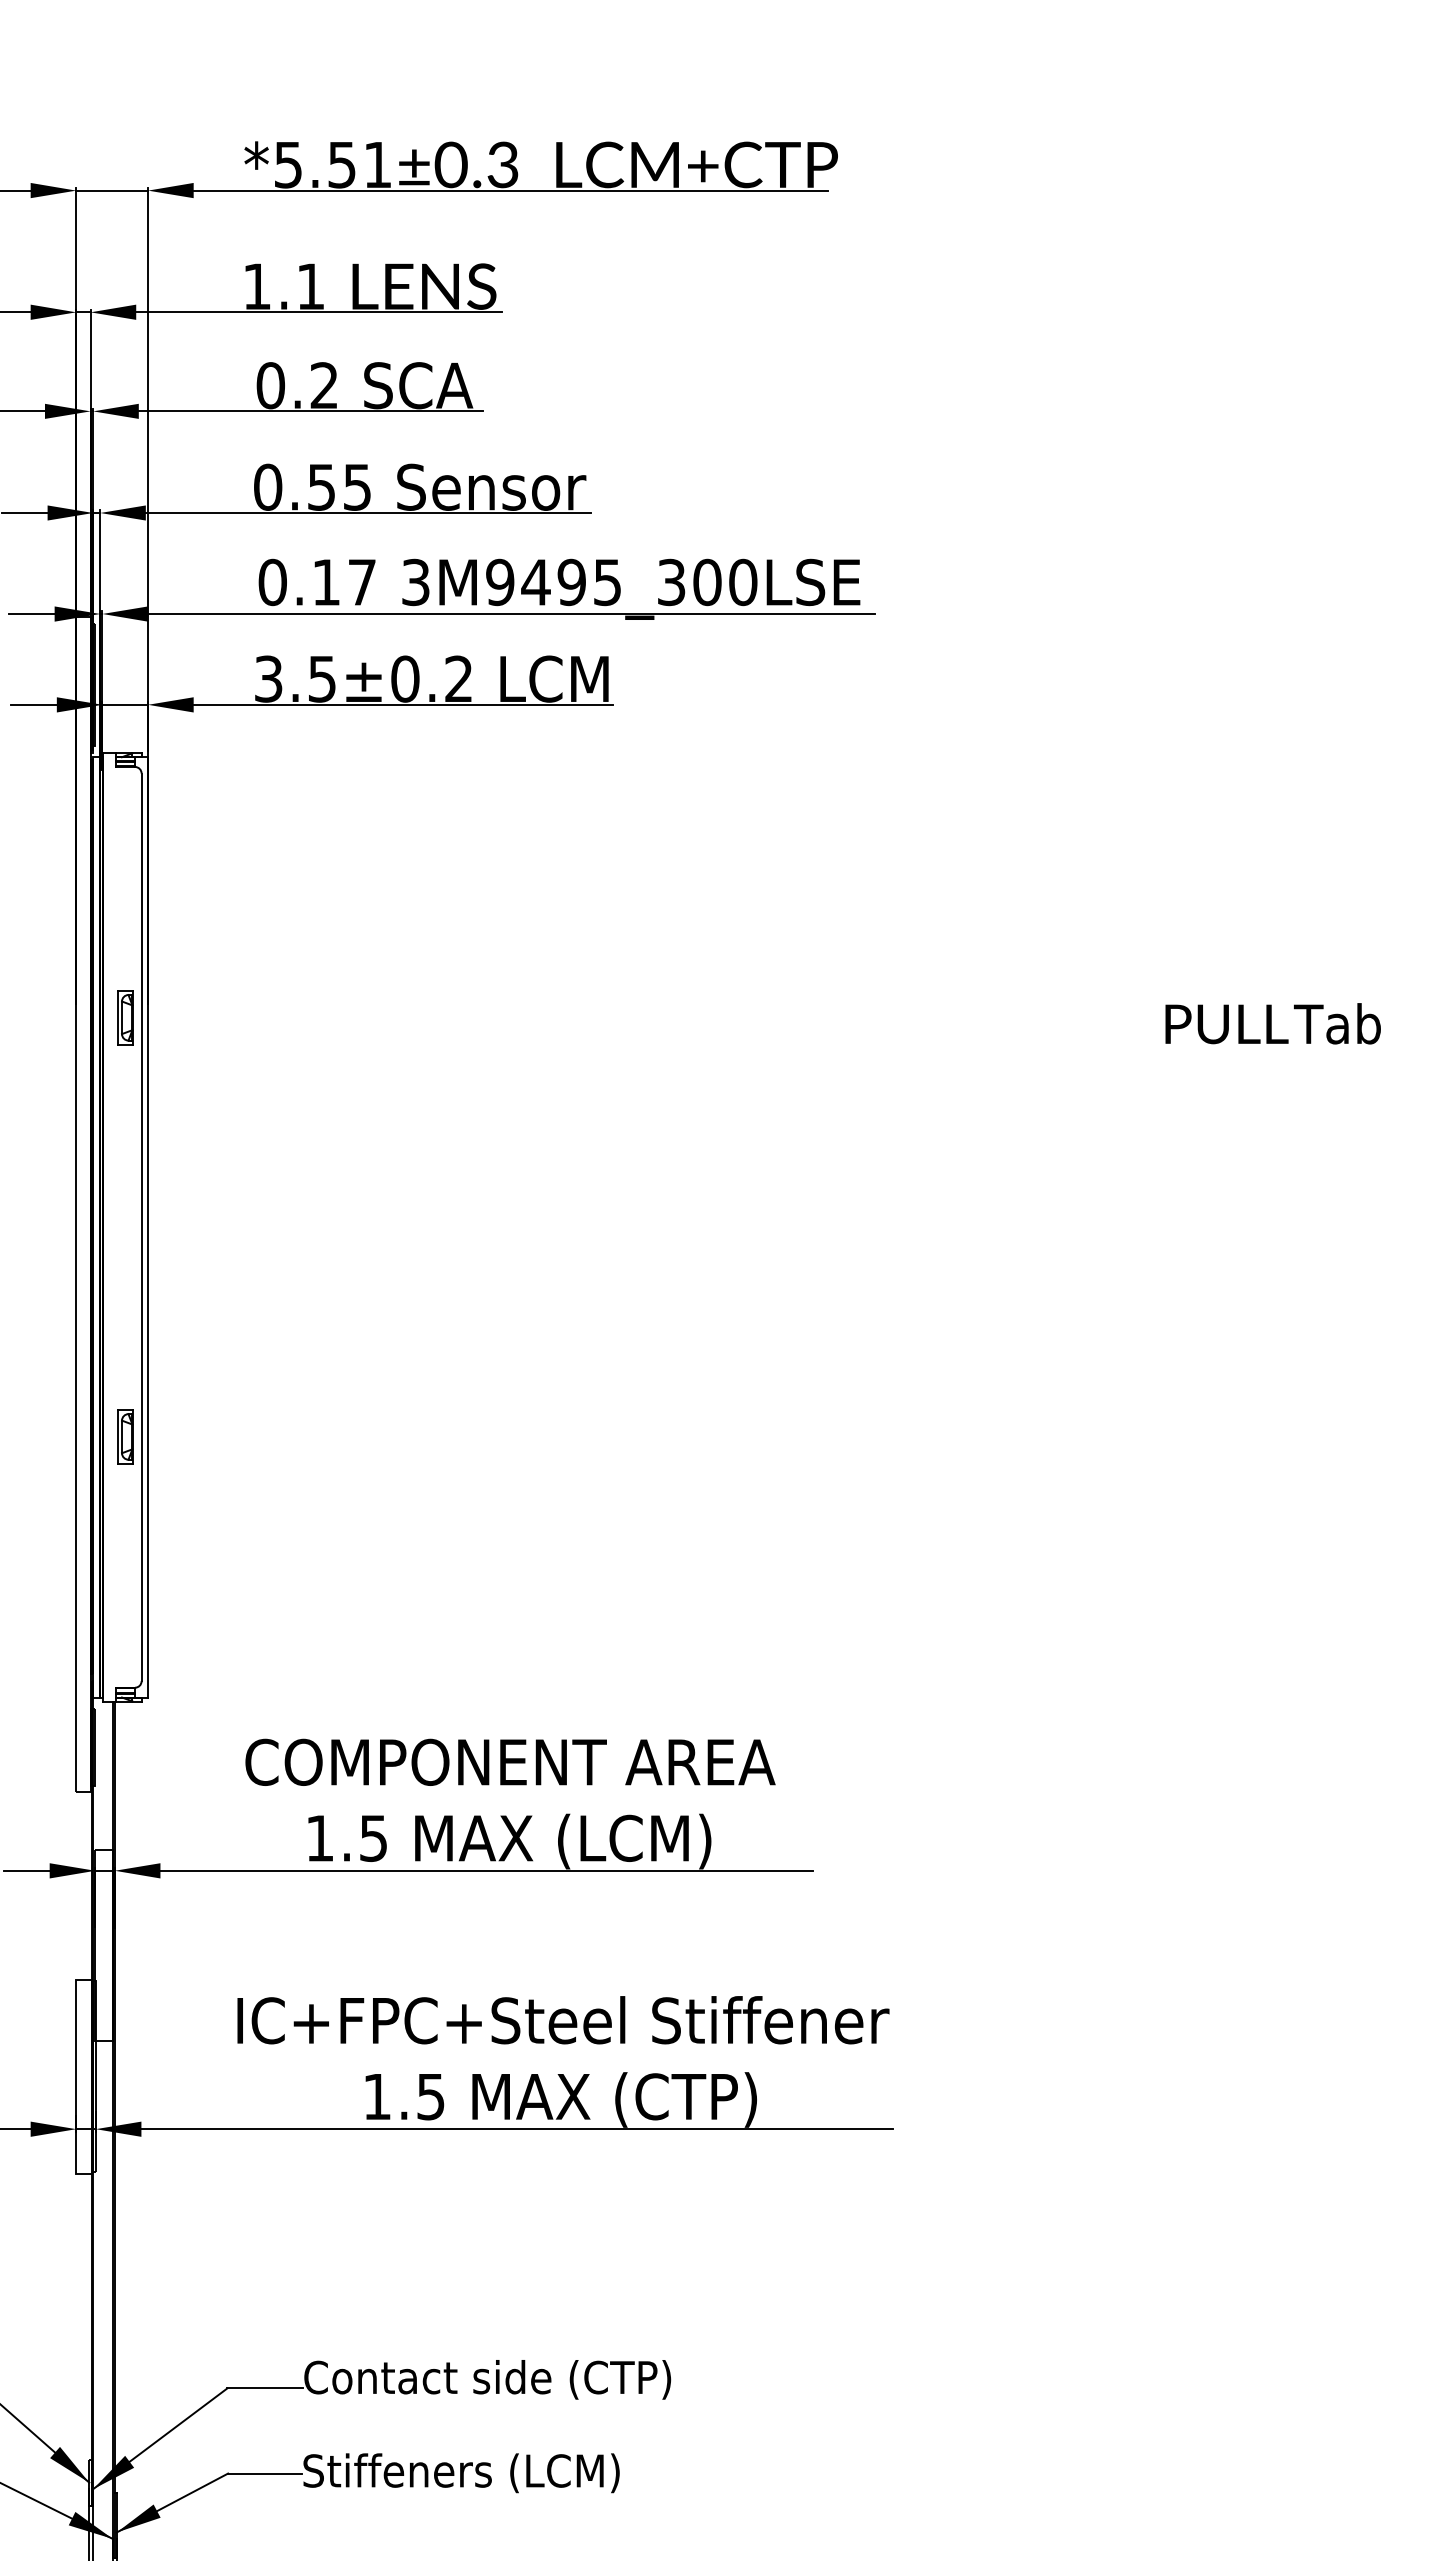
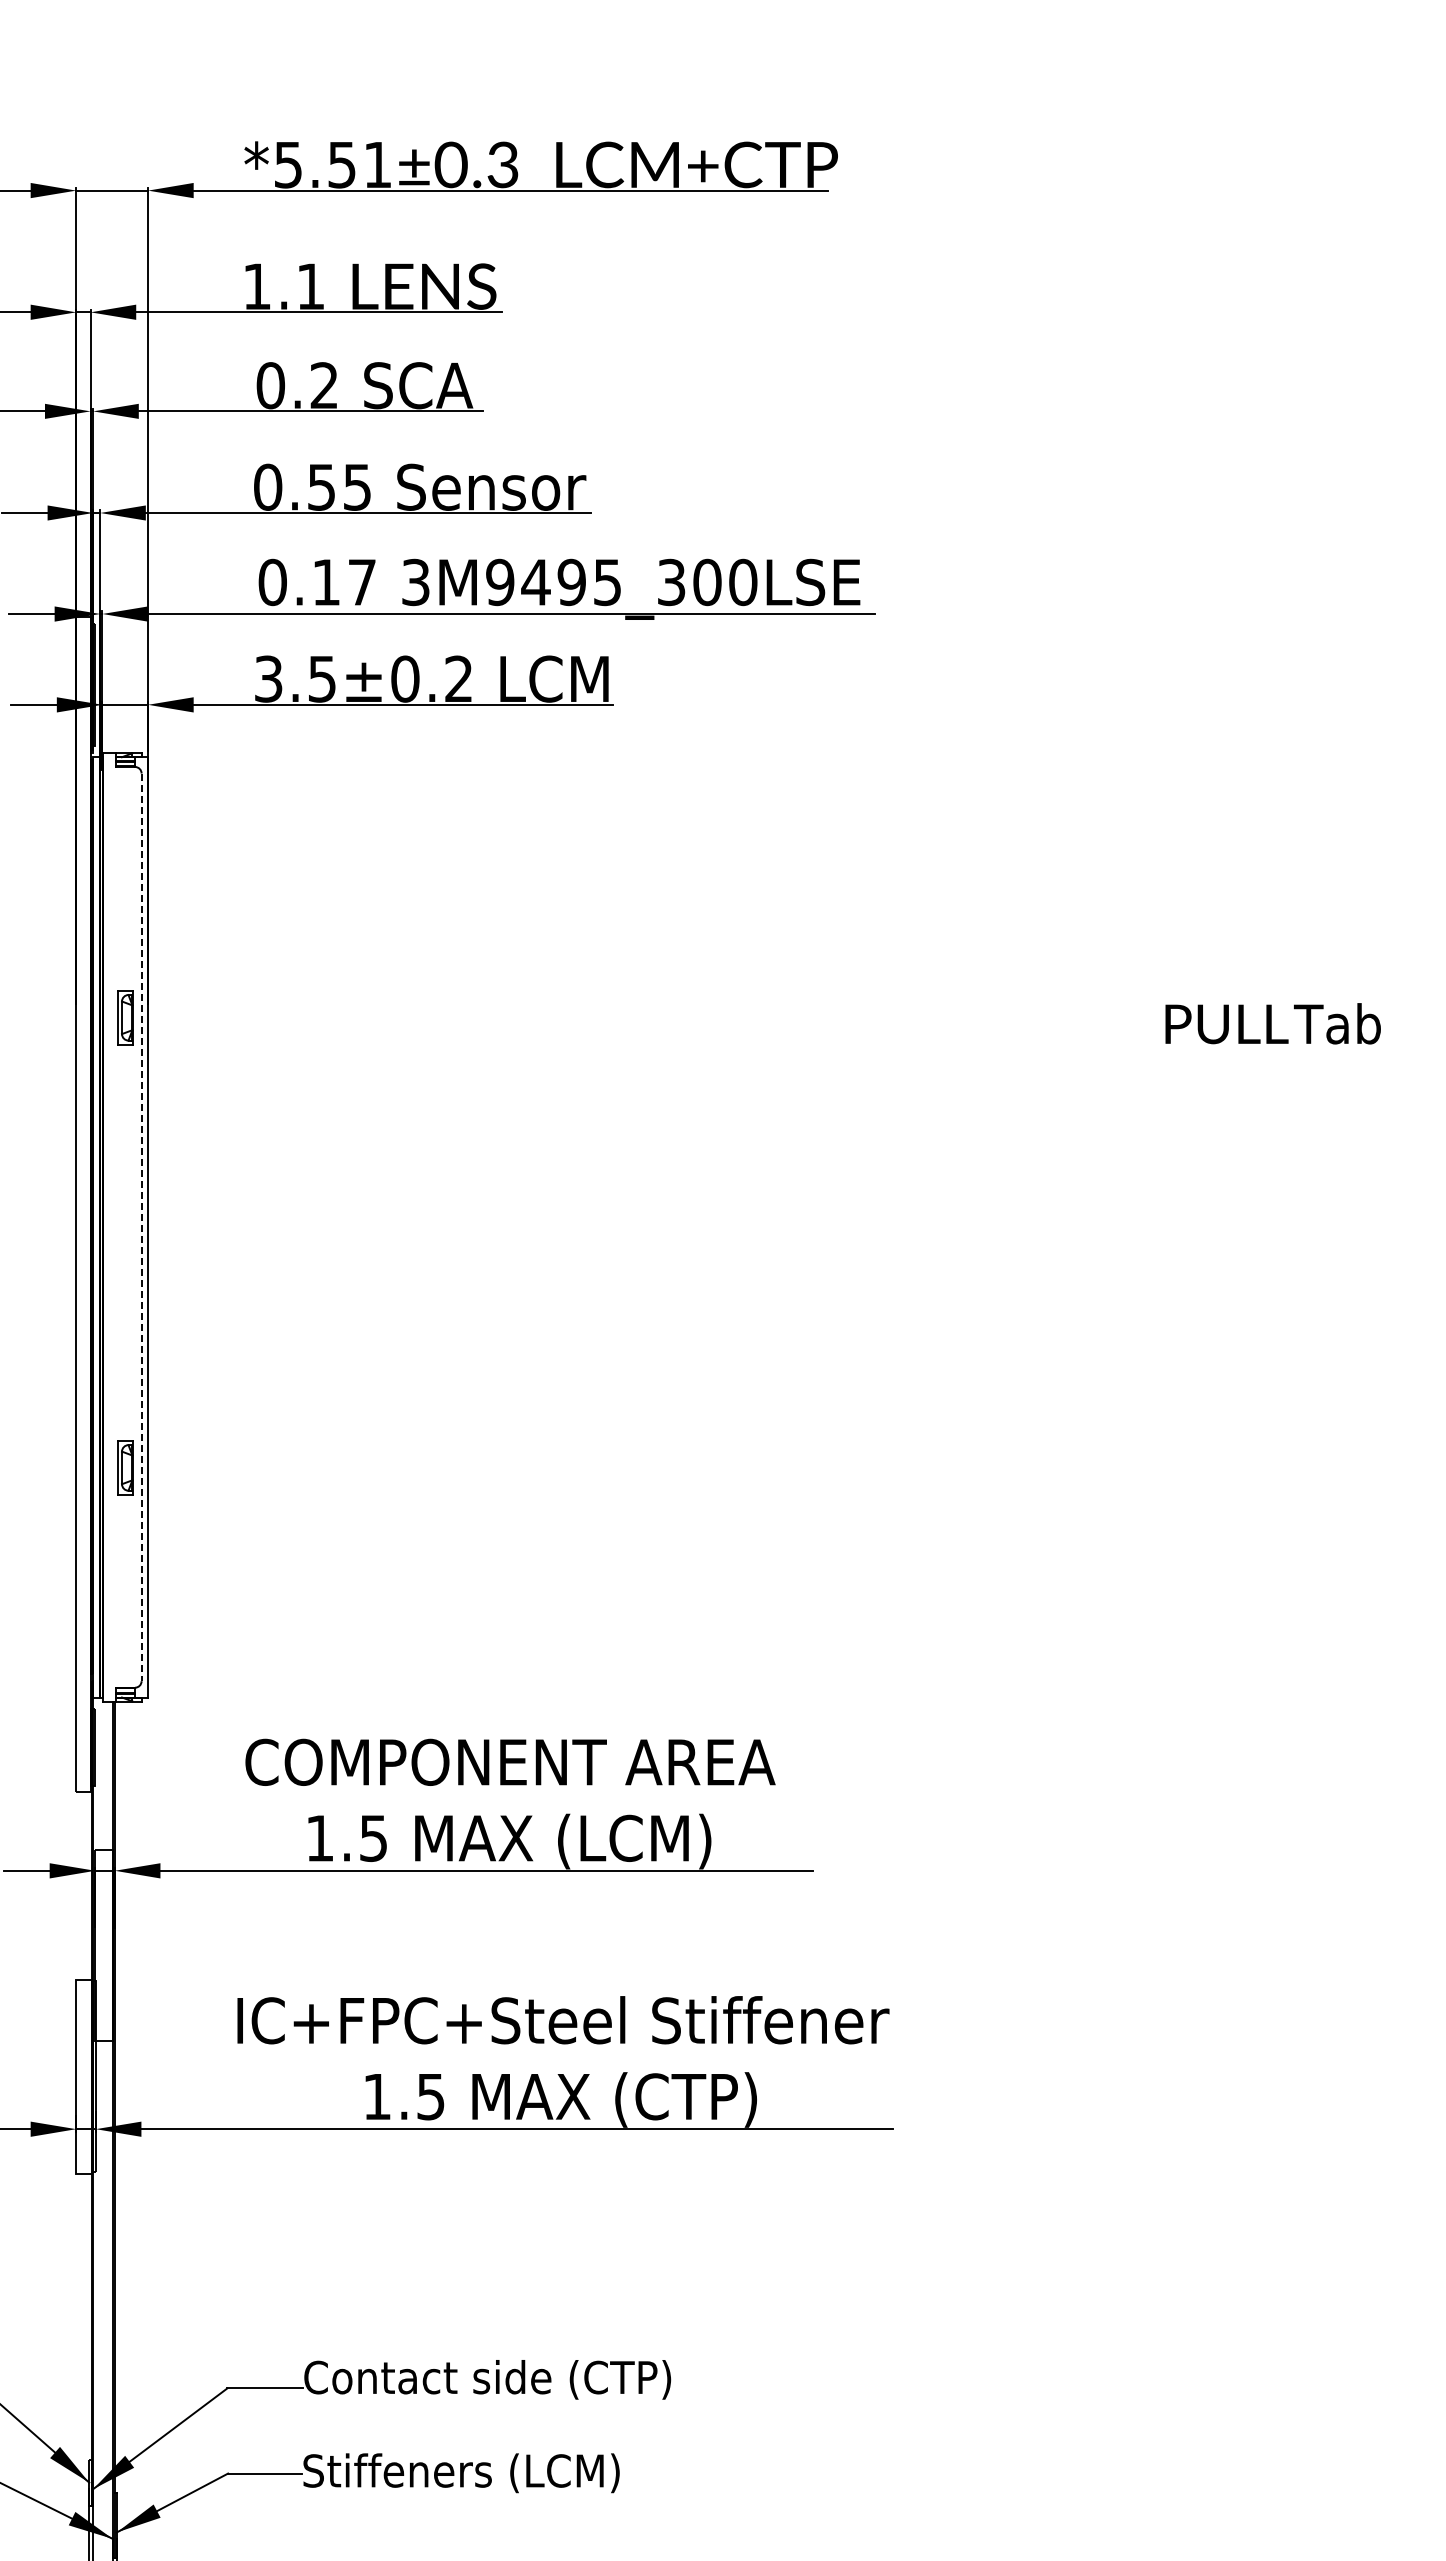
line at (141, 1227): solid -> dashed
part at (125, 1436) position: (125, 1436) -> (125, 1467)
